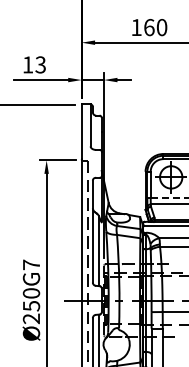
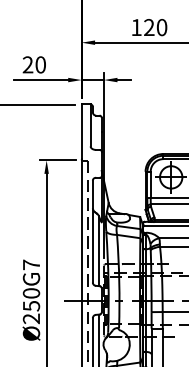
text at (149, 27): 160 -> 120
text at (33, 64): 13 -> 20
line at (169, 198): dashed -> solid
